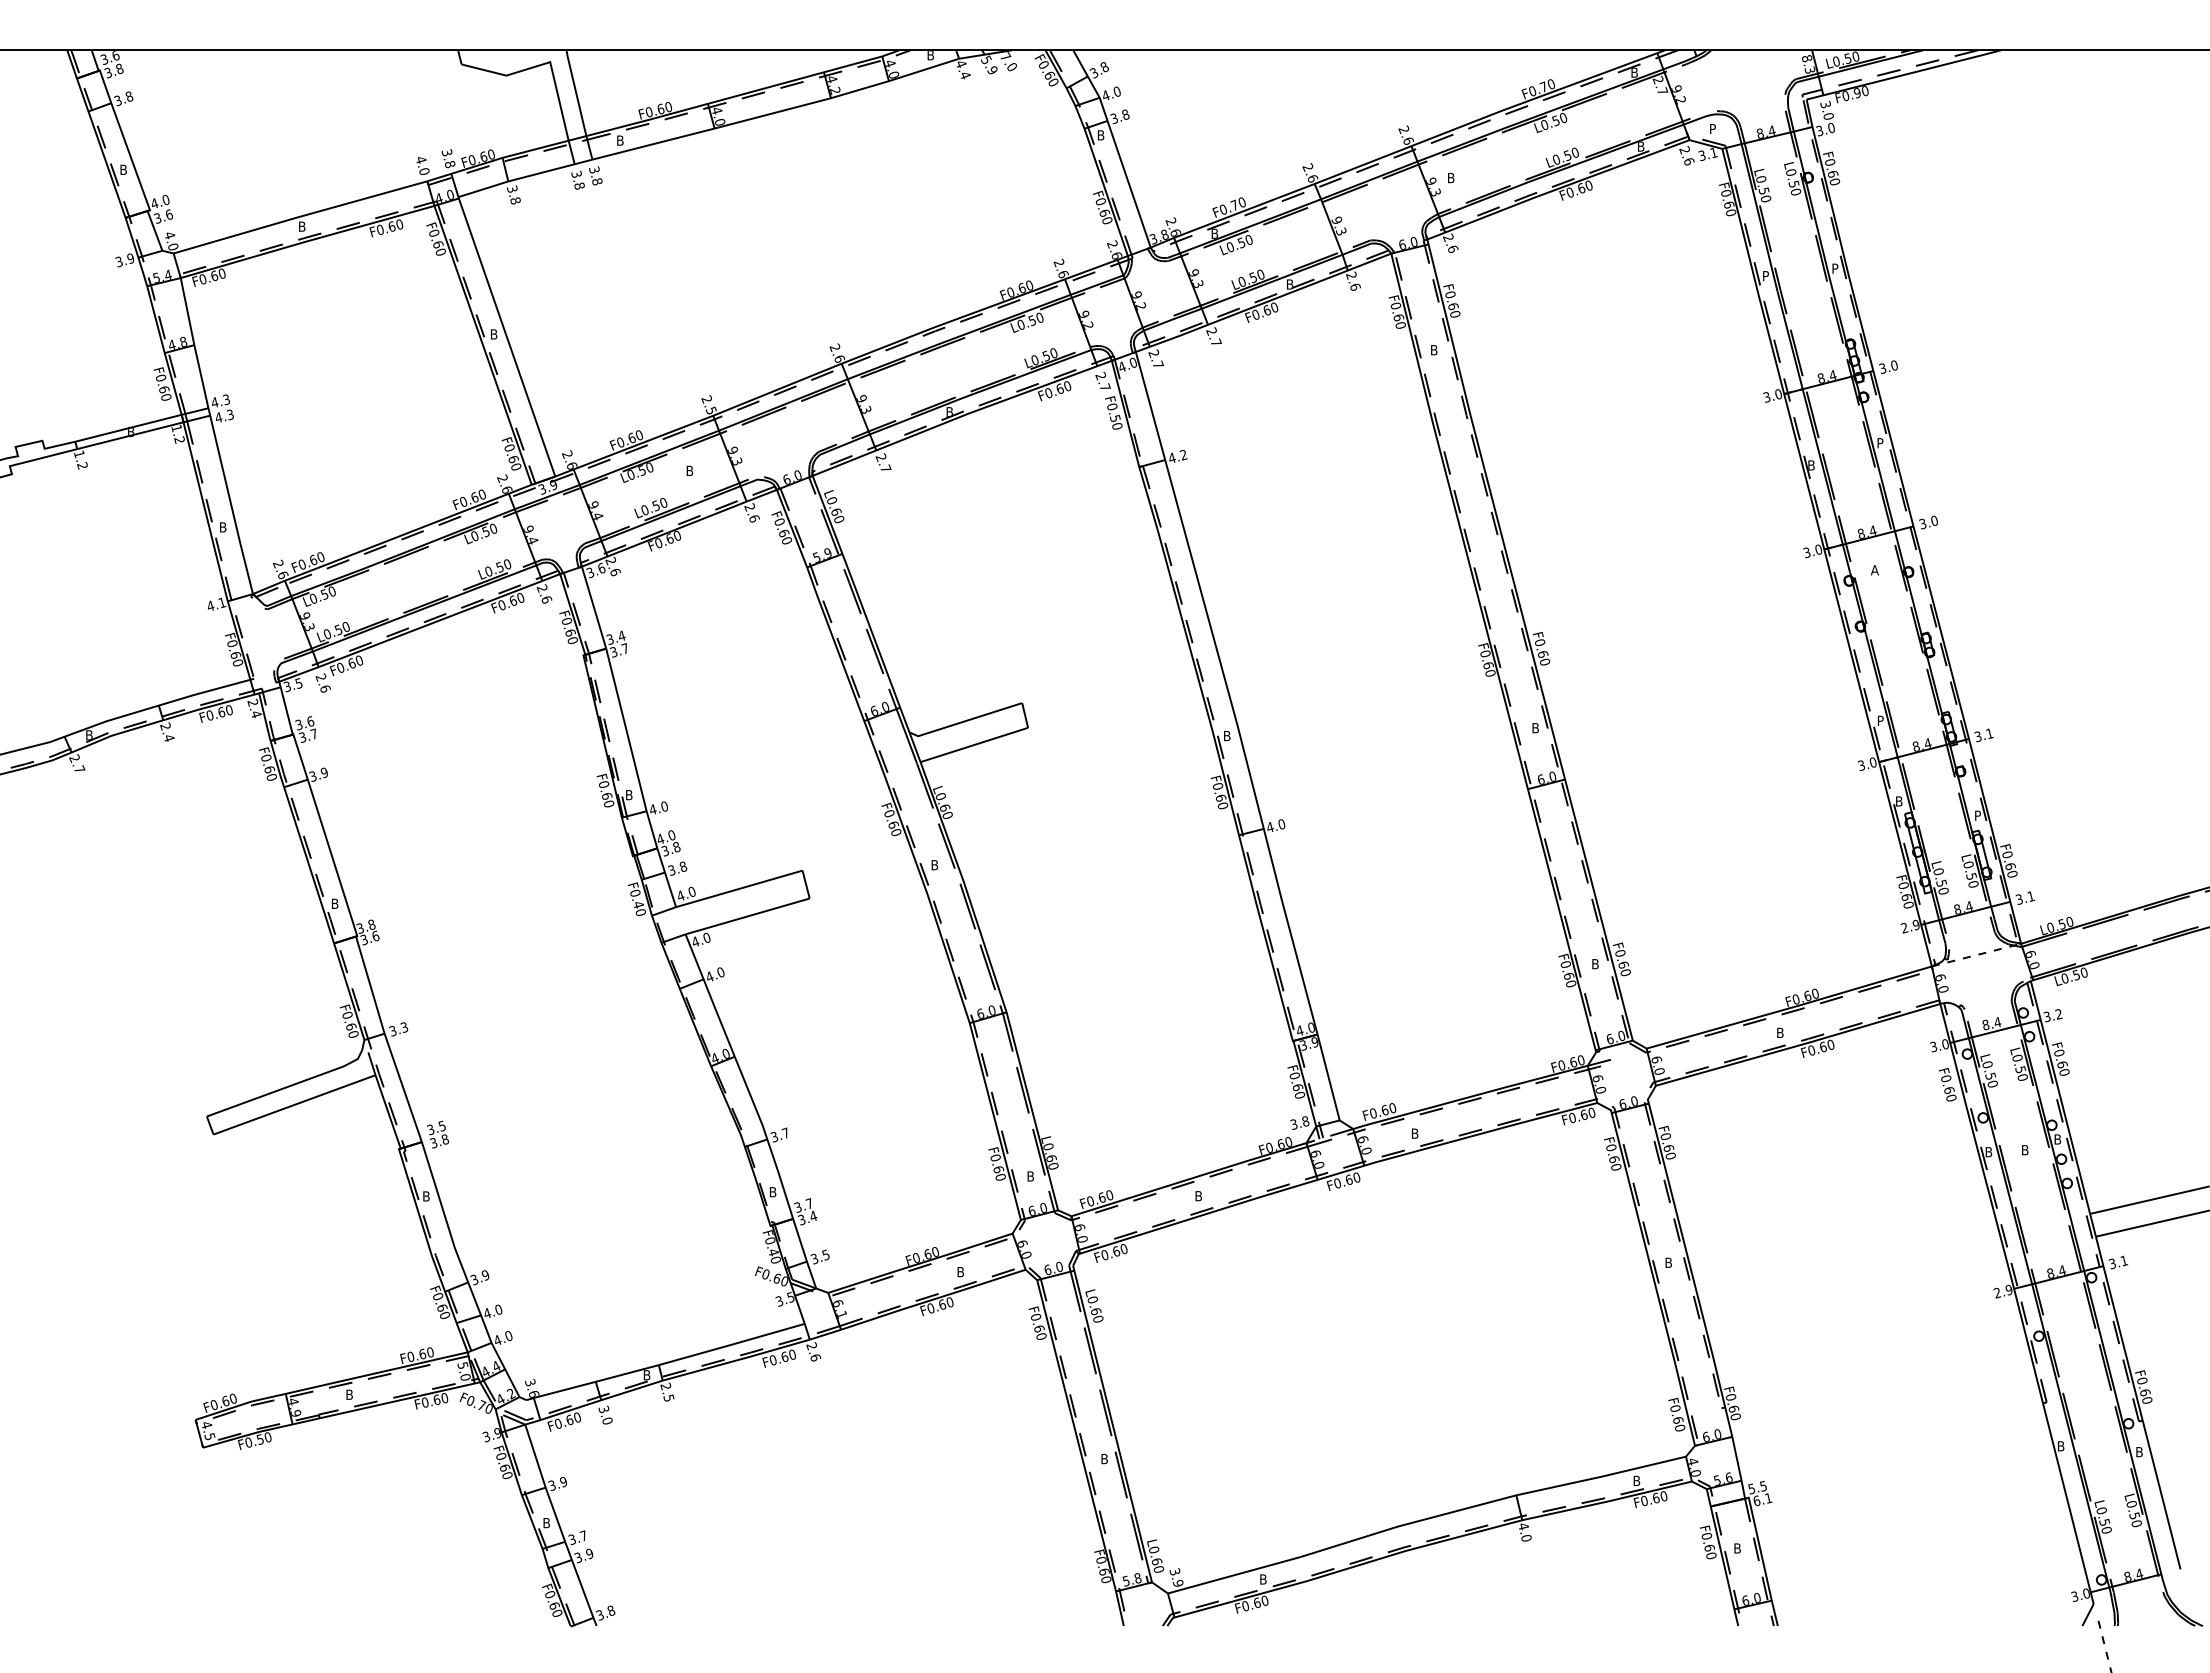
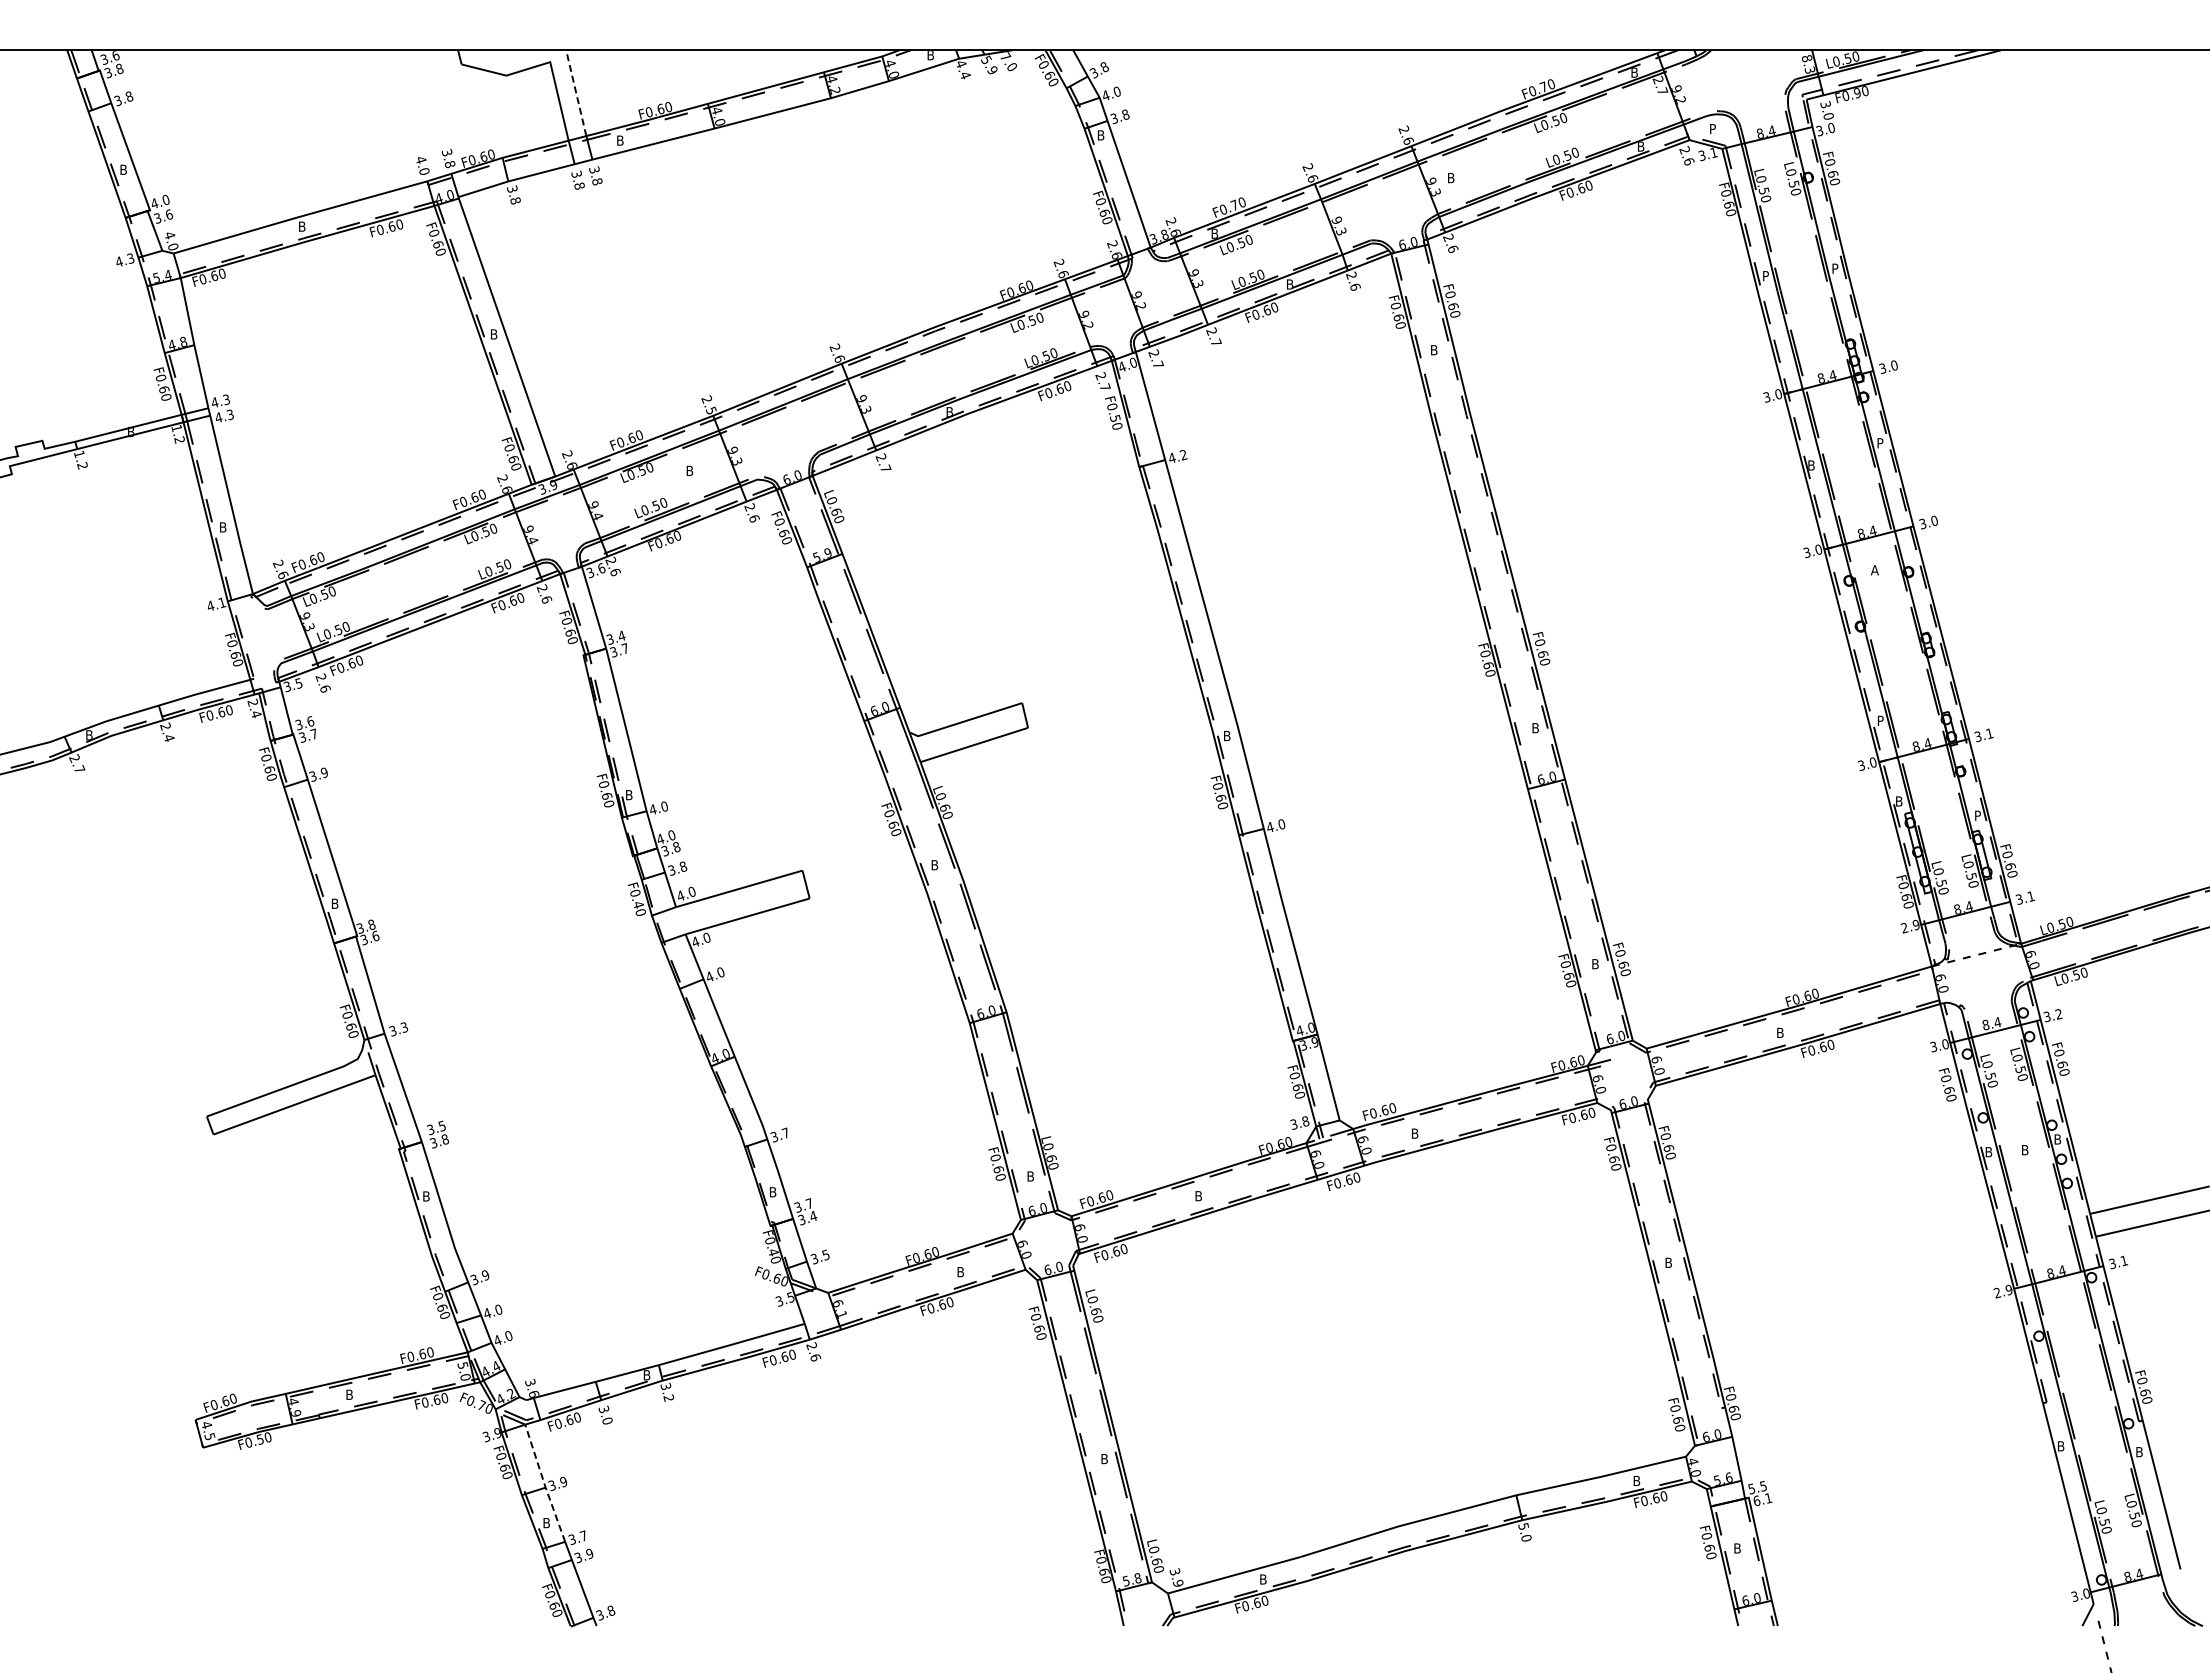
line at (576, 92): solid -> dashed
text at (124, 260): 3.9 -> 4.3
text at (667, 1391): 2.5 -> 3.2
line at (544, 1483): solid -> dashed
text at (1523, 1526): 4.0 -> 5.0
